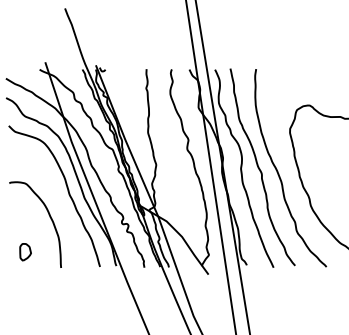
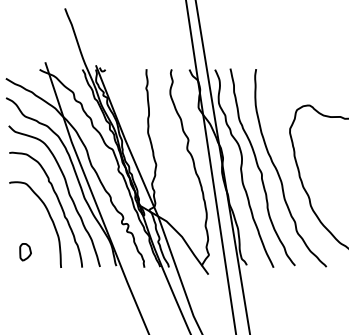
curve at (58, 202): none -> present
